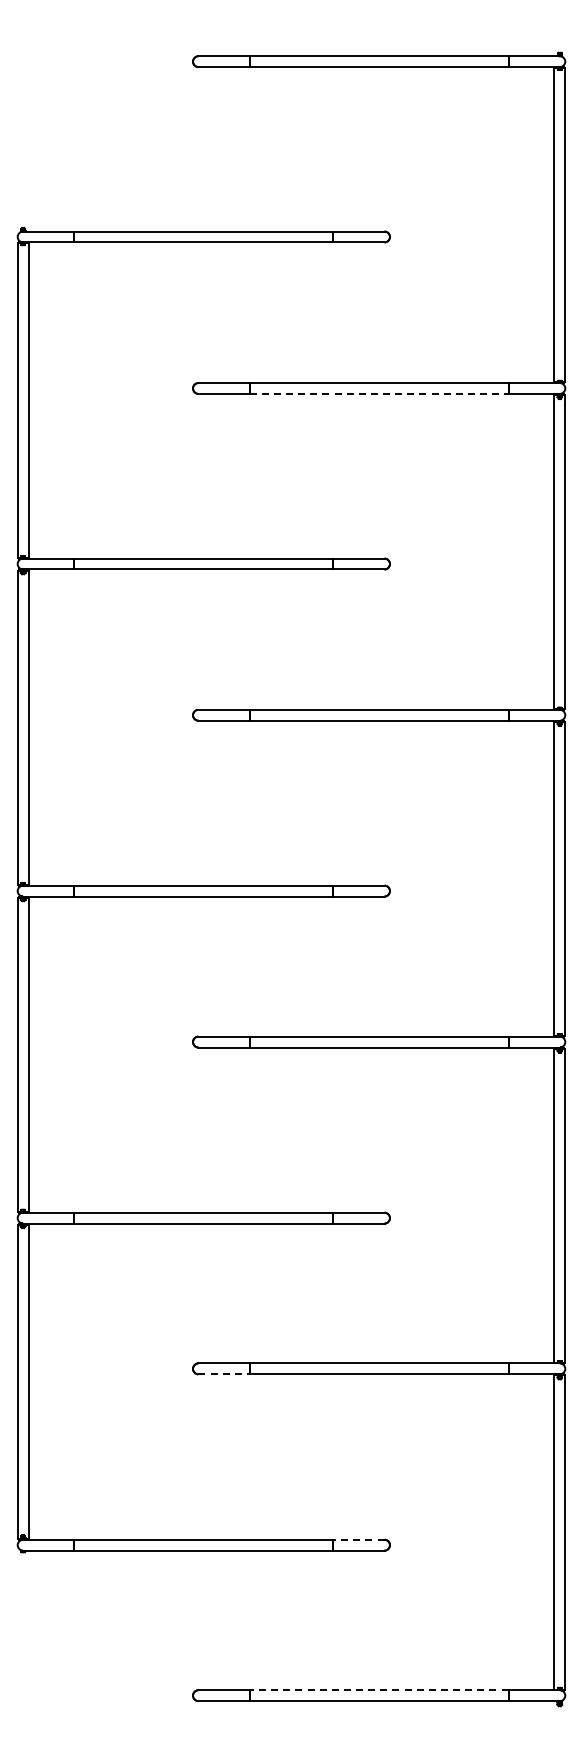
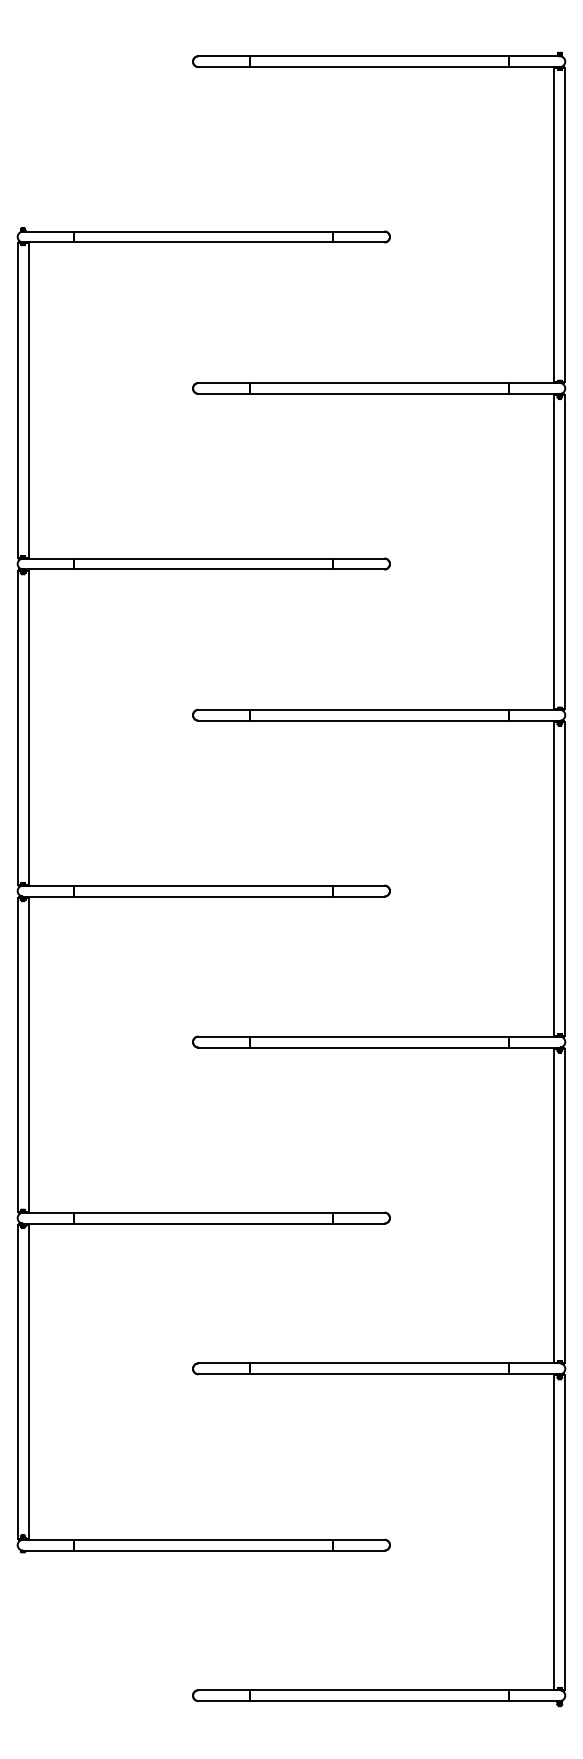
line at (379, 393): dashed -> solid
line at (224, 1374): dashed -> solid
line at (358, 1539): dashed -> solid
line at (378, 1690): dashed -> solid
